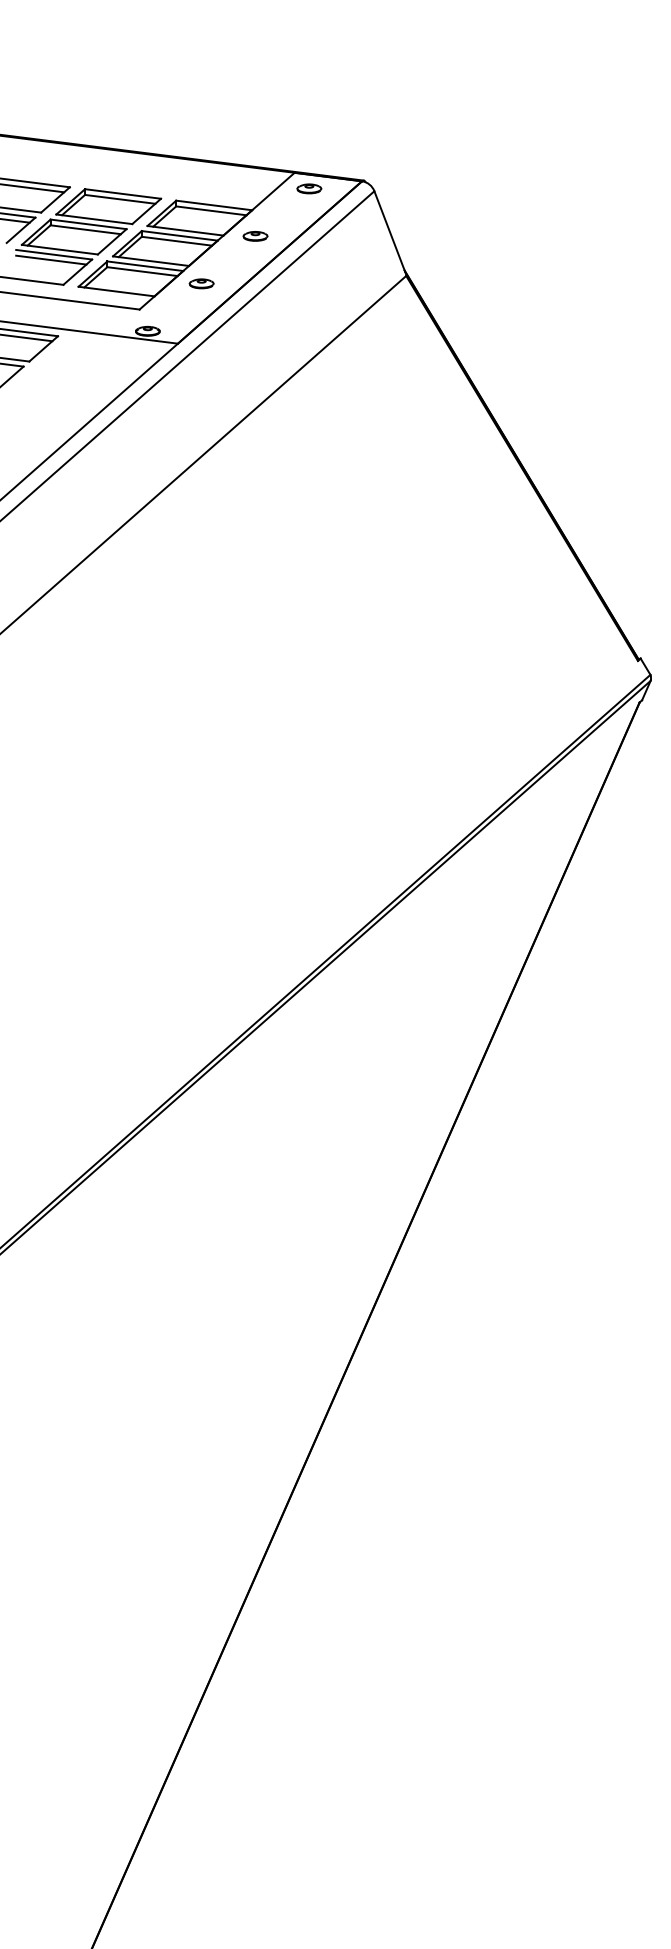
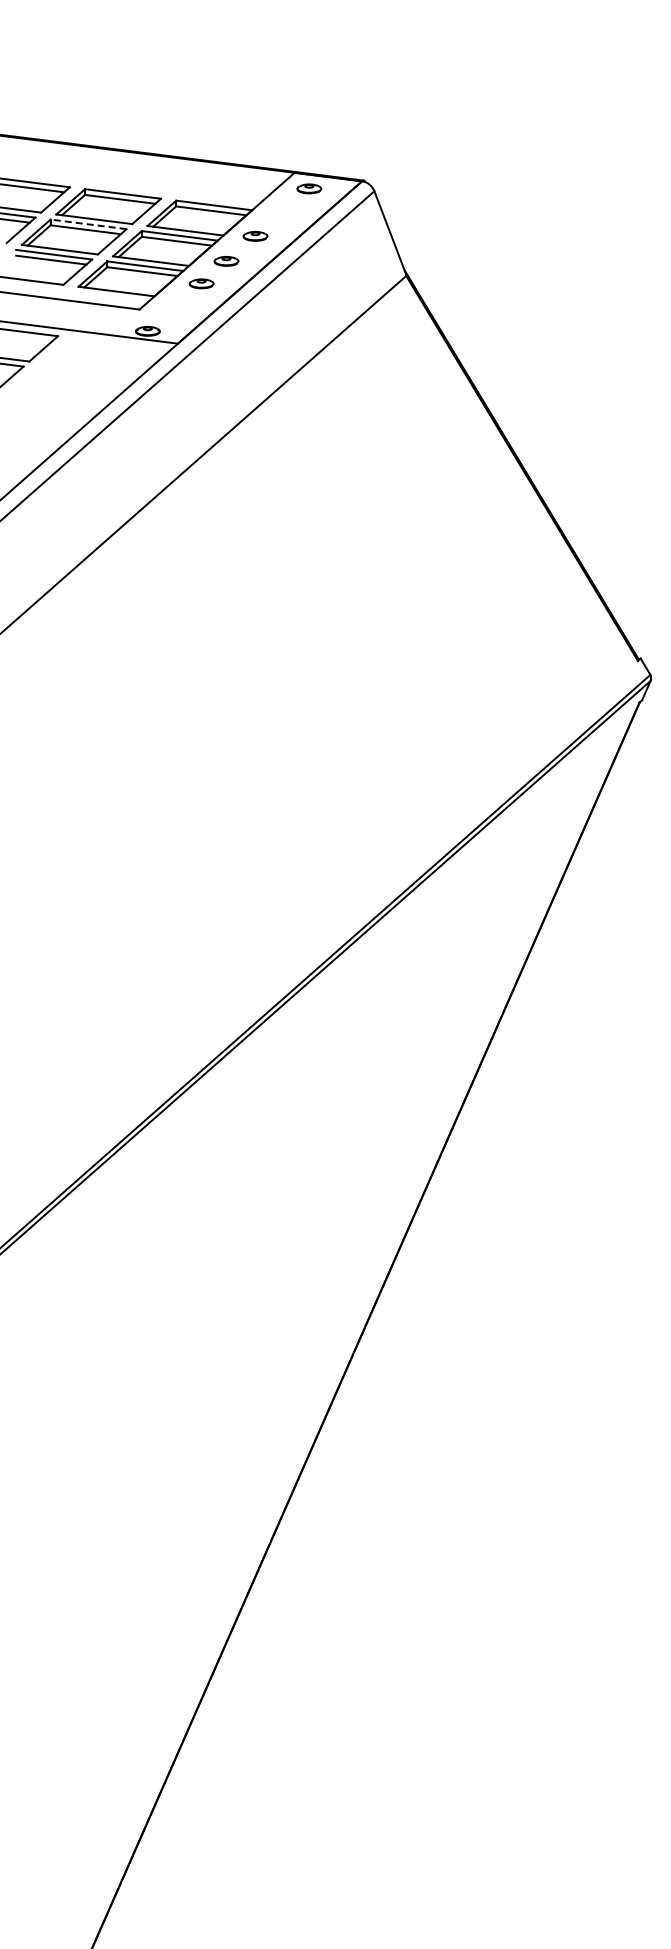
line at (88, 224): solid -> dashed
part at (226, 261): none -> present
line at (27, 337): present -> none
